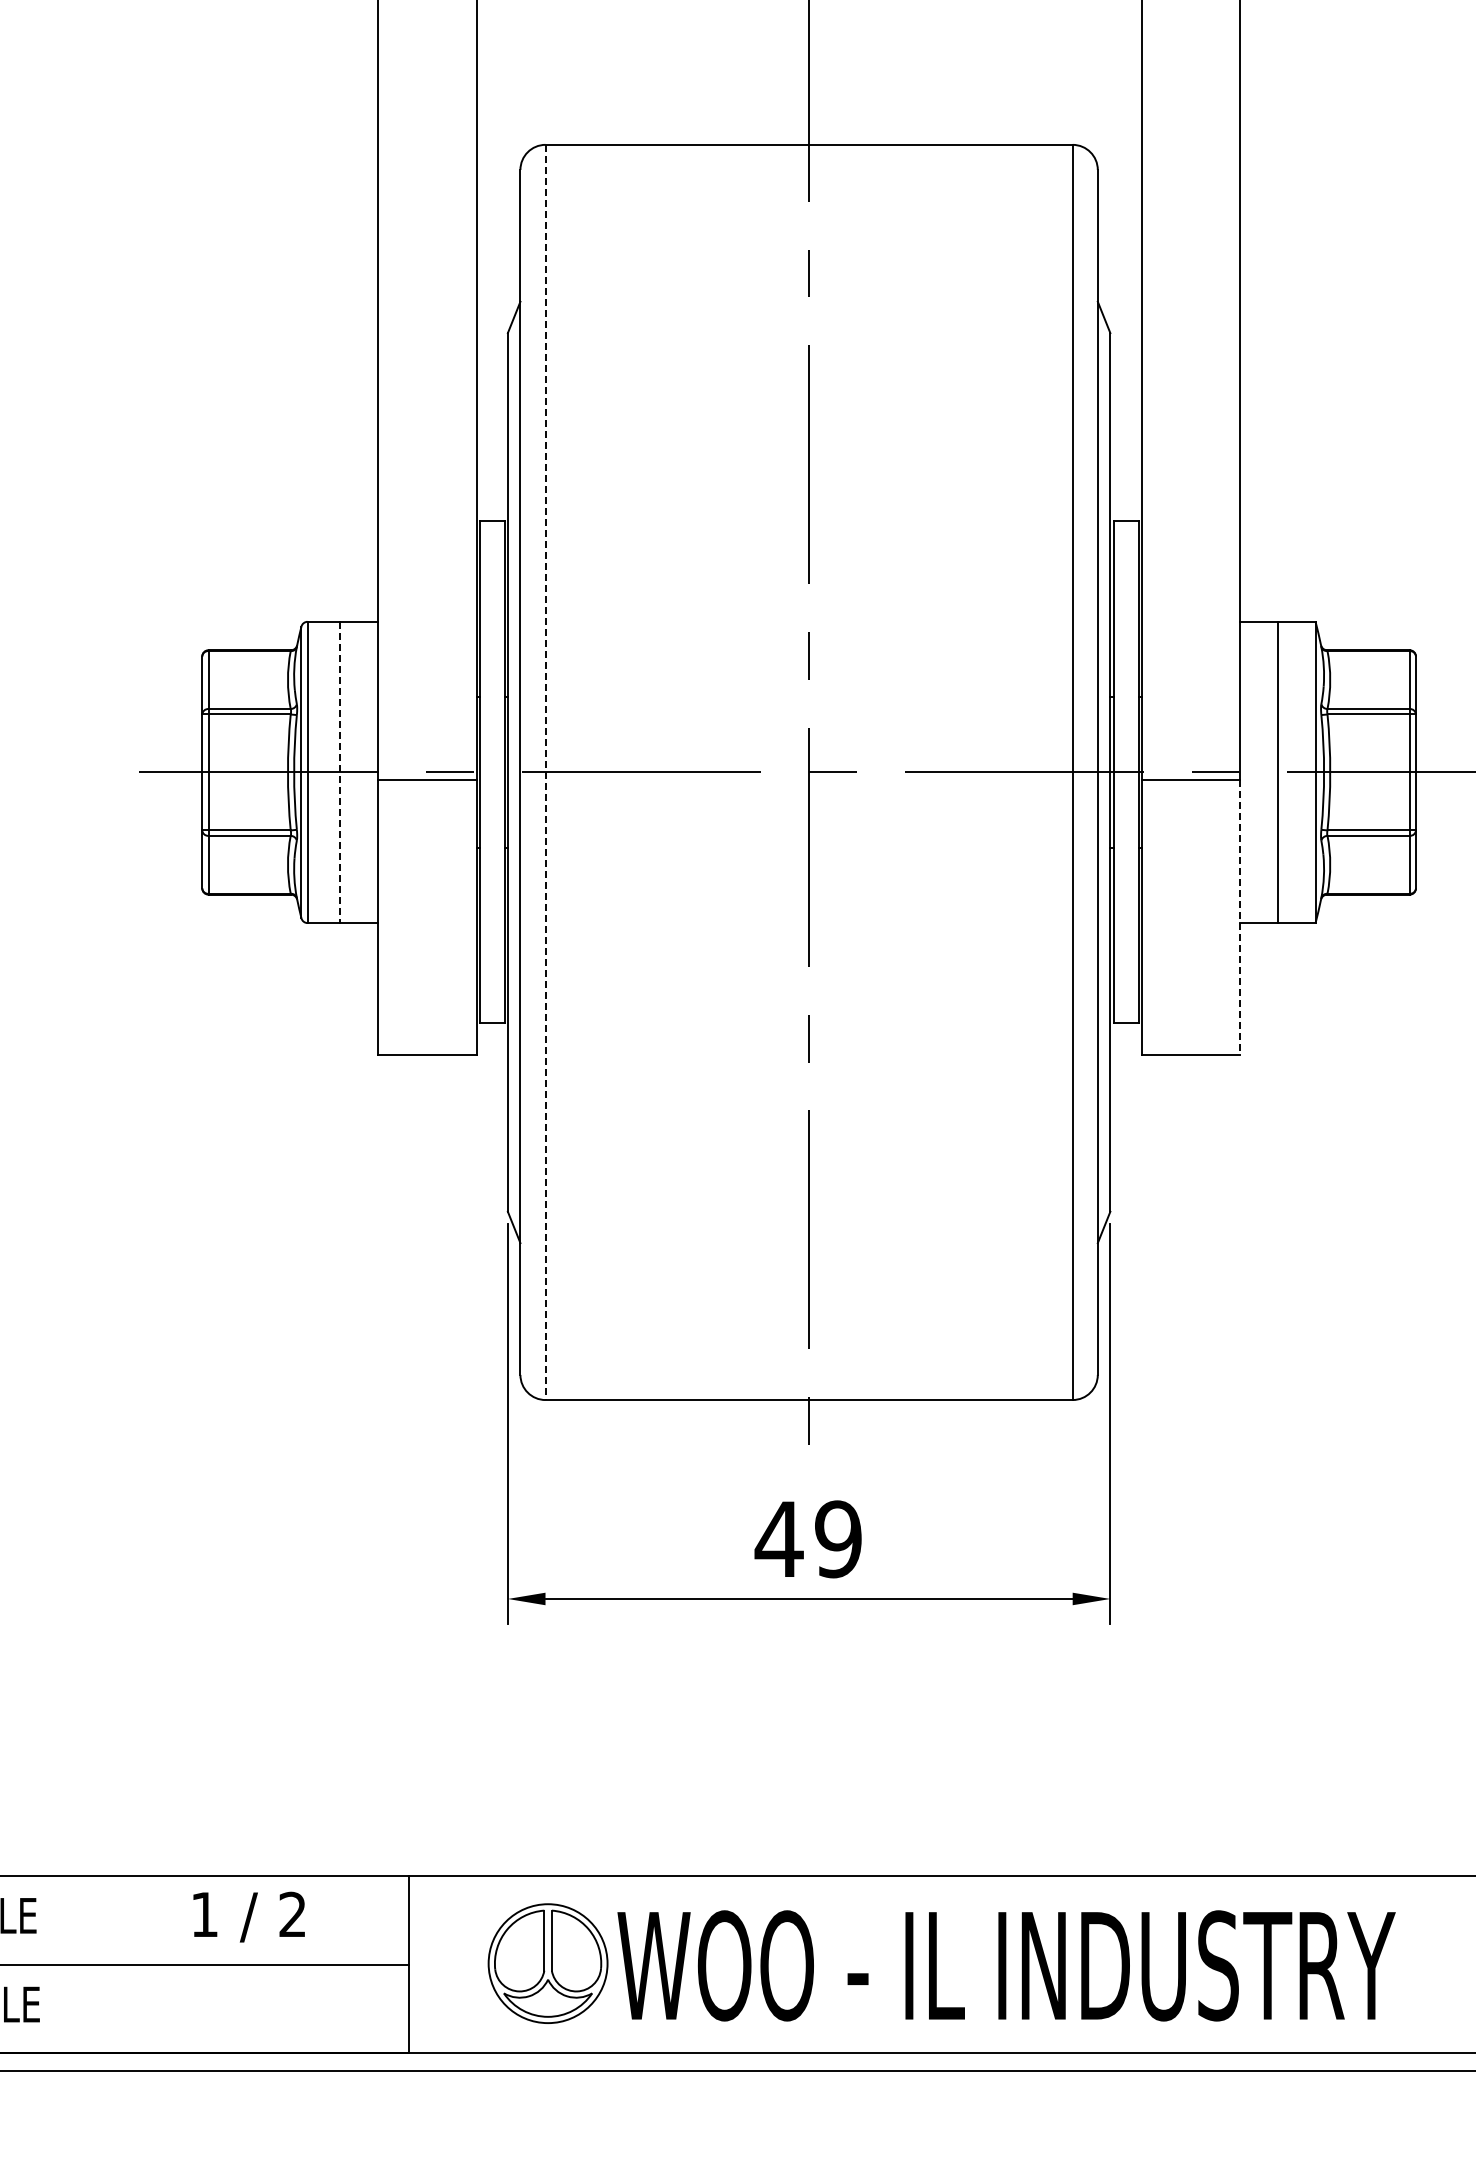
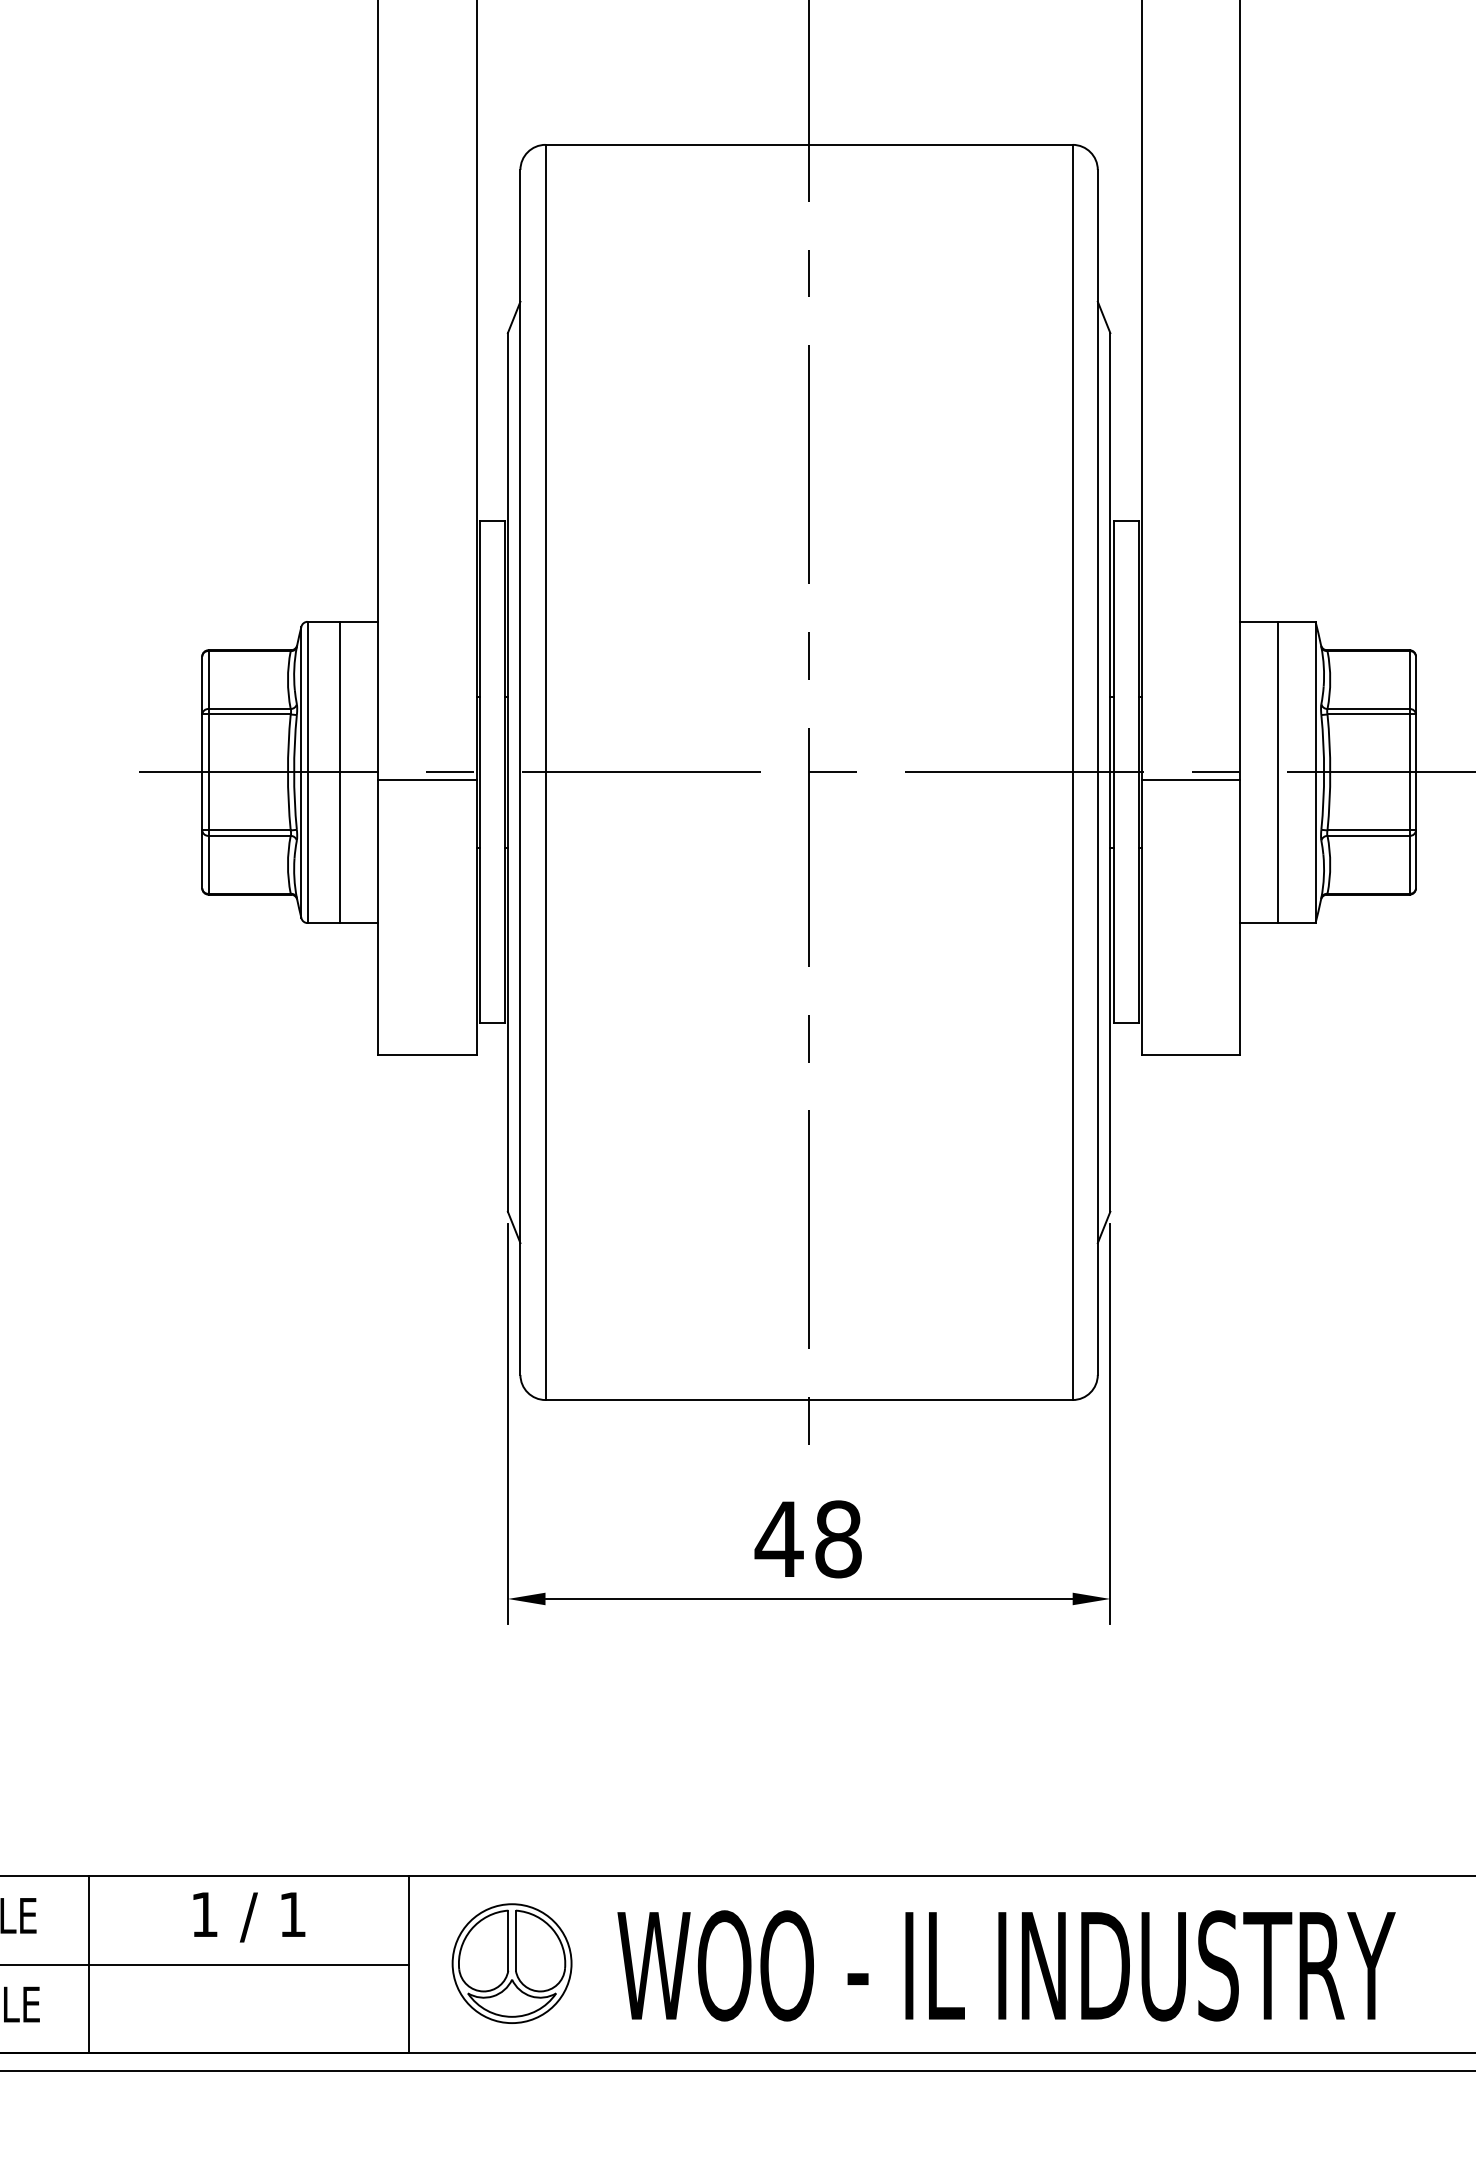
line at (340, 772): dashed -> solid
line at (545, 772): dashed -> solid
line at (1240, 918): dashed -> solid
text at (838, 1539): 49 -> 48
text at (292, 1913): 2 -> 1
part at (547, 1963) position: (547, 1963) -> (511, 1963)
line at (89, 1964): none -> present
